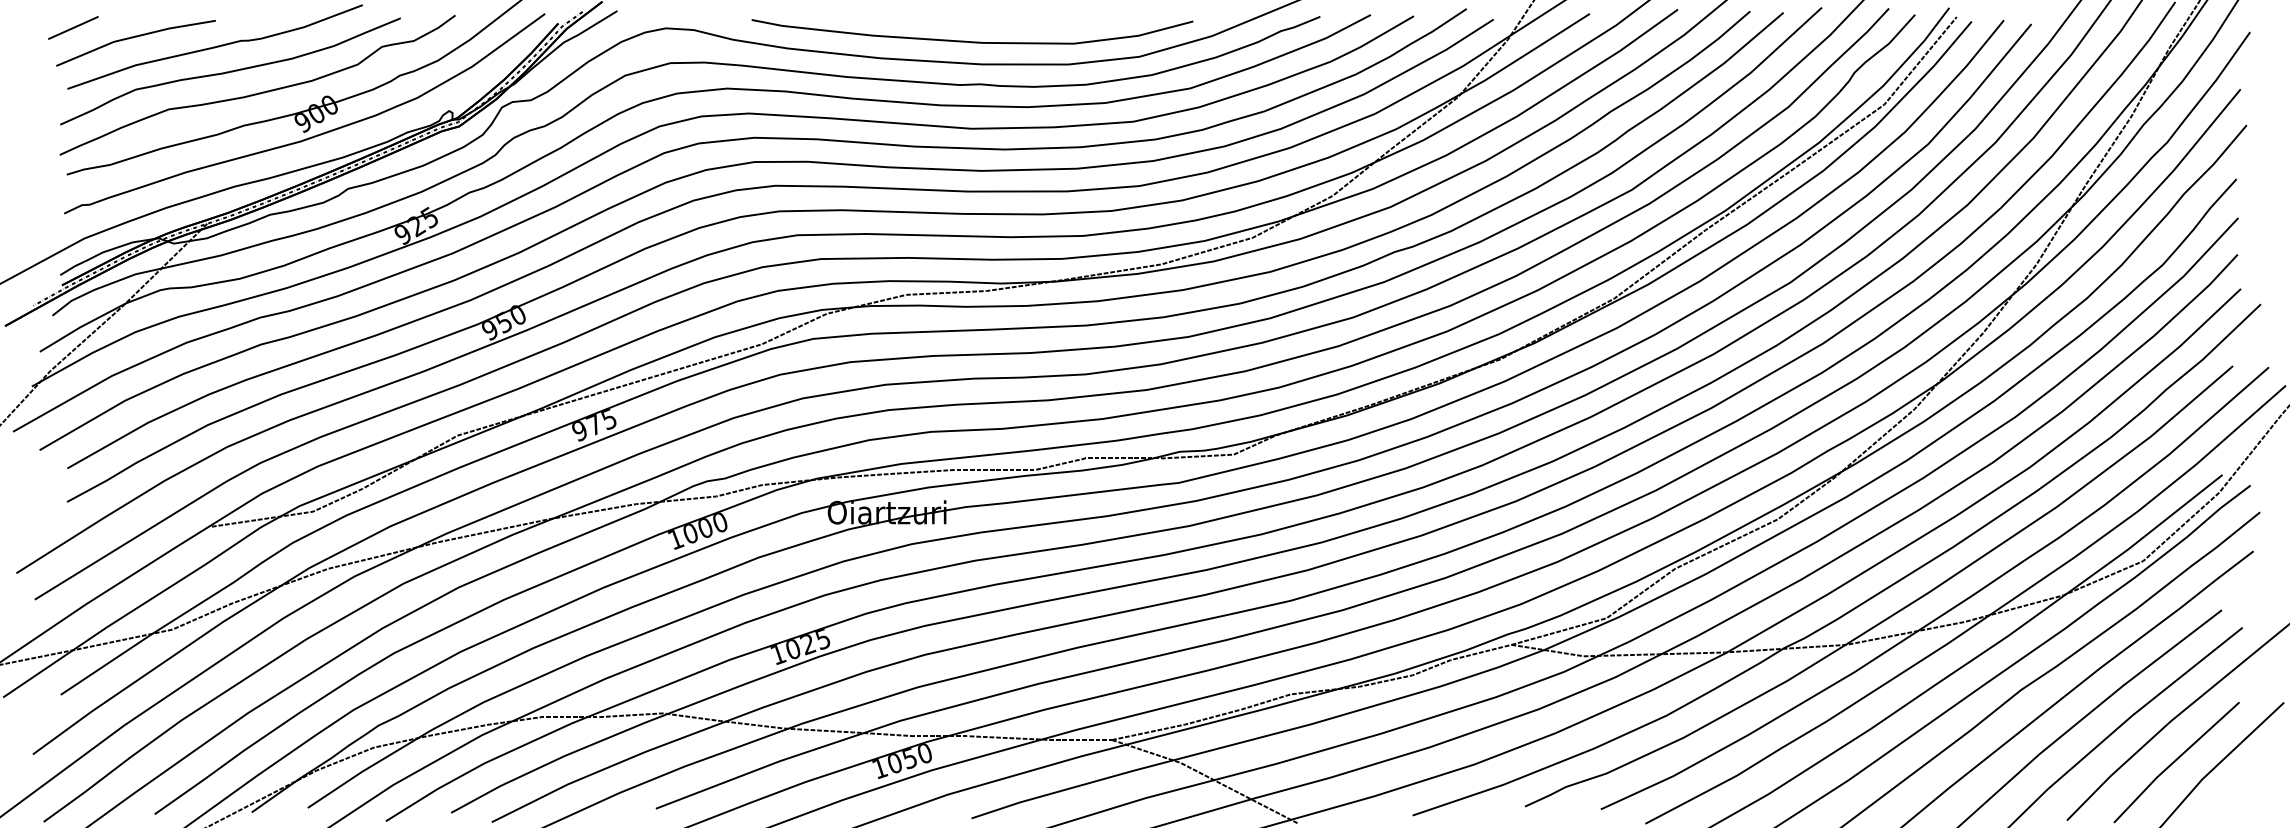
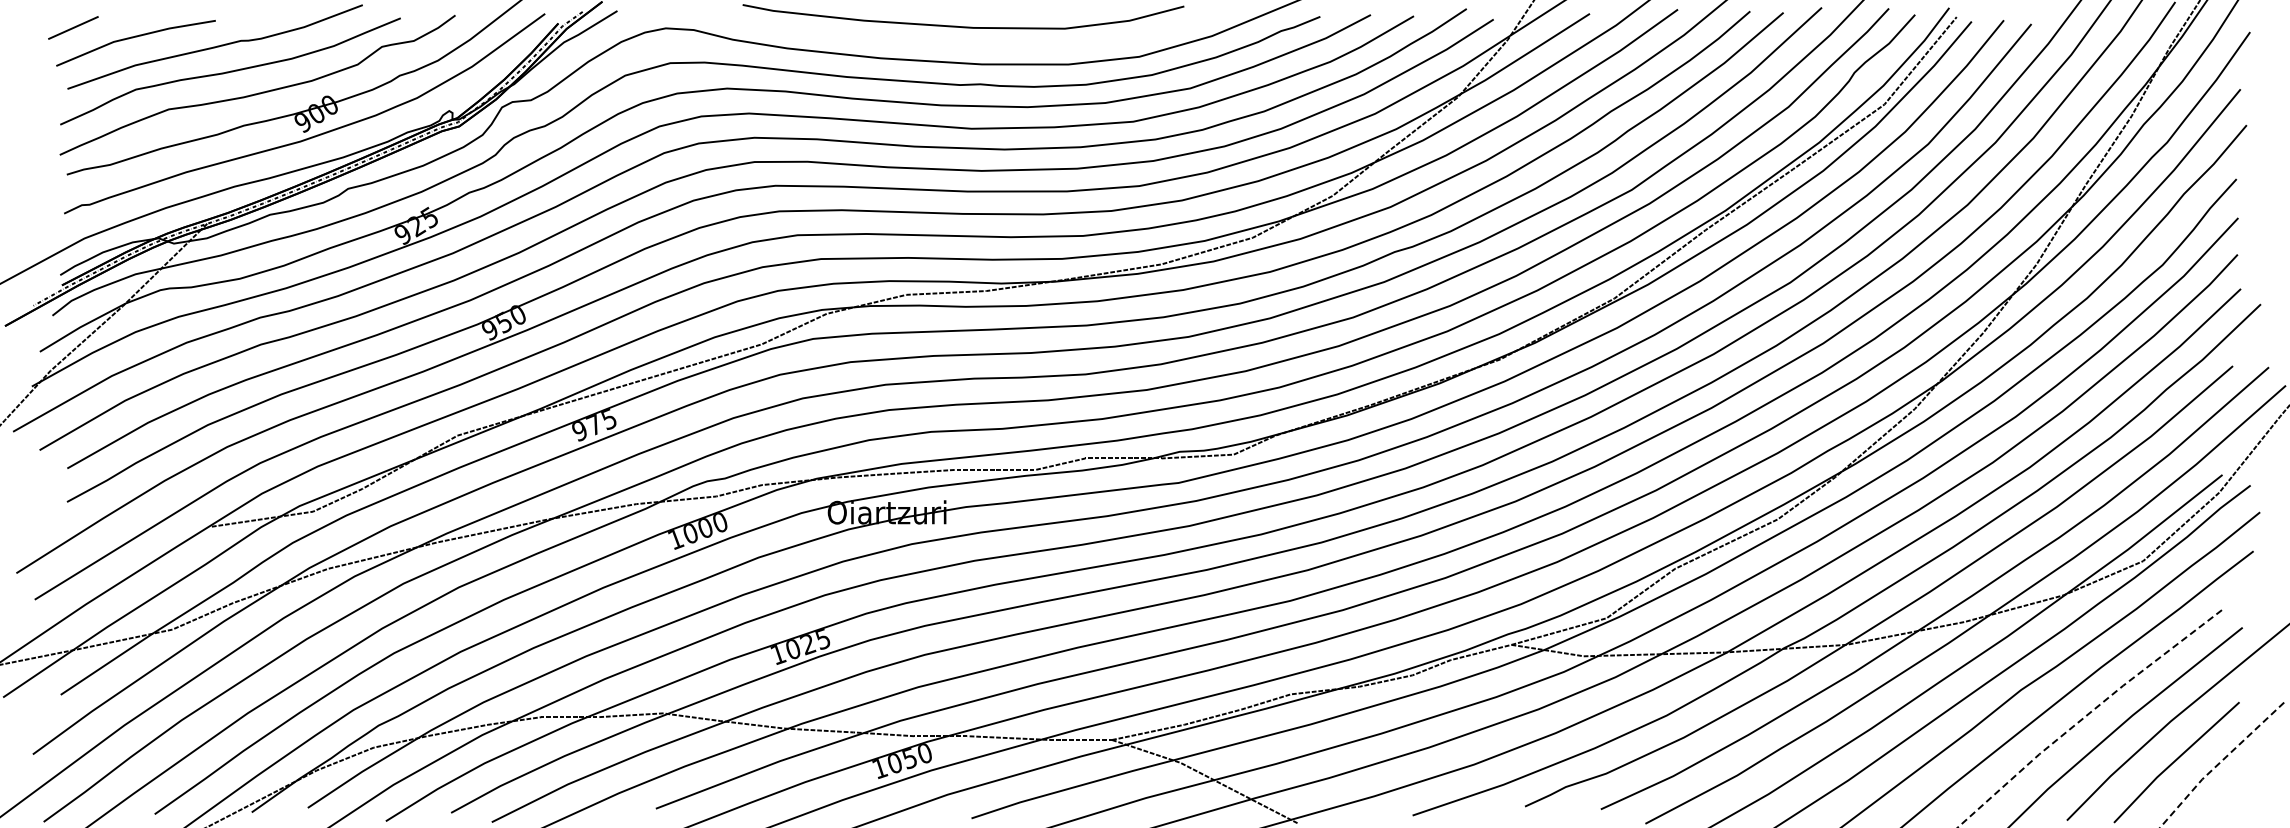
curve at (972, 41) position: (972, 41) -> (963, 26)
line at (2087, 715): solid -> dashed
line at (2219, 763): solid -> dashed
